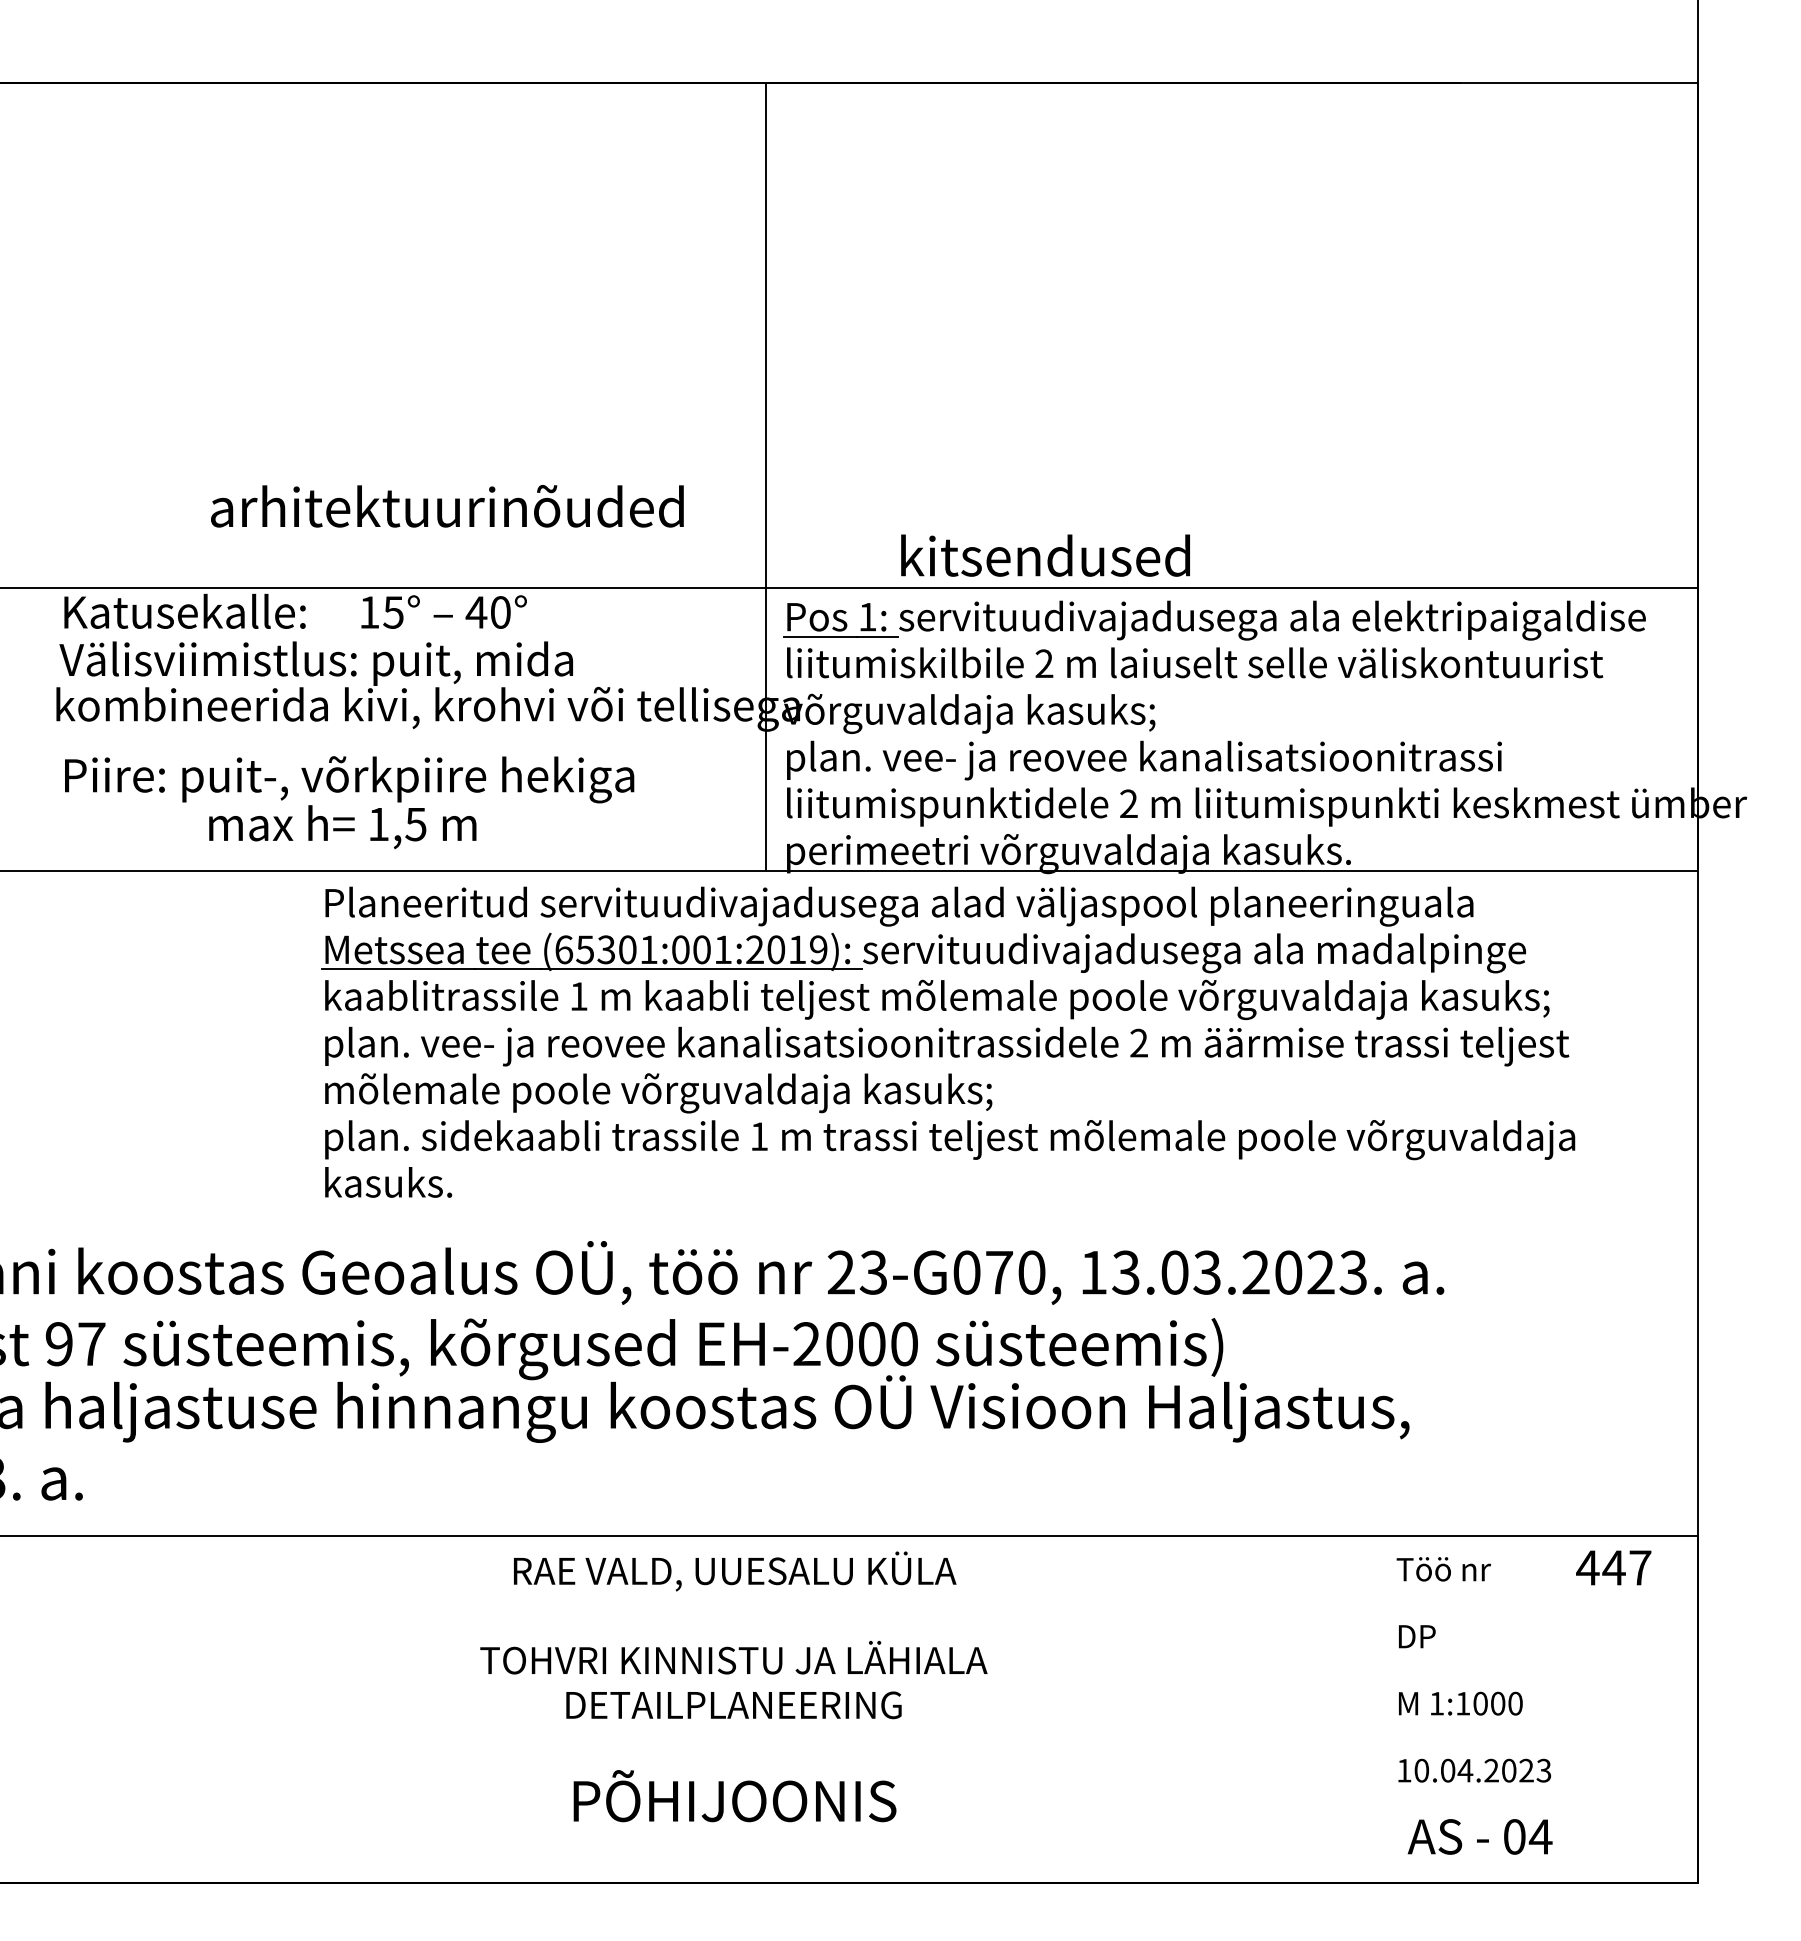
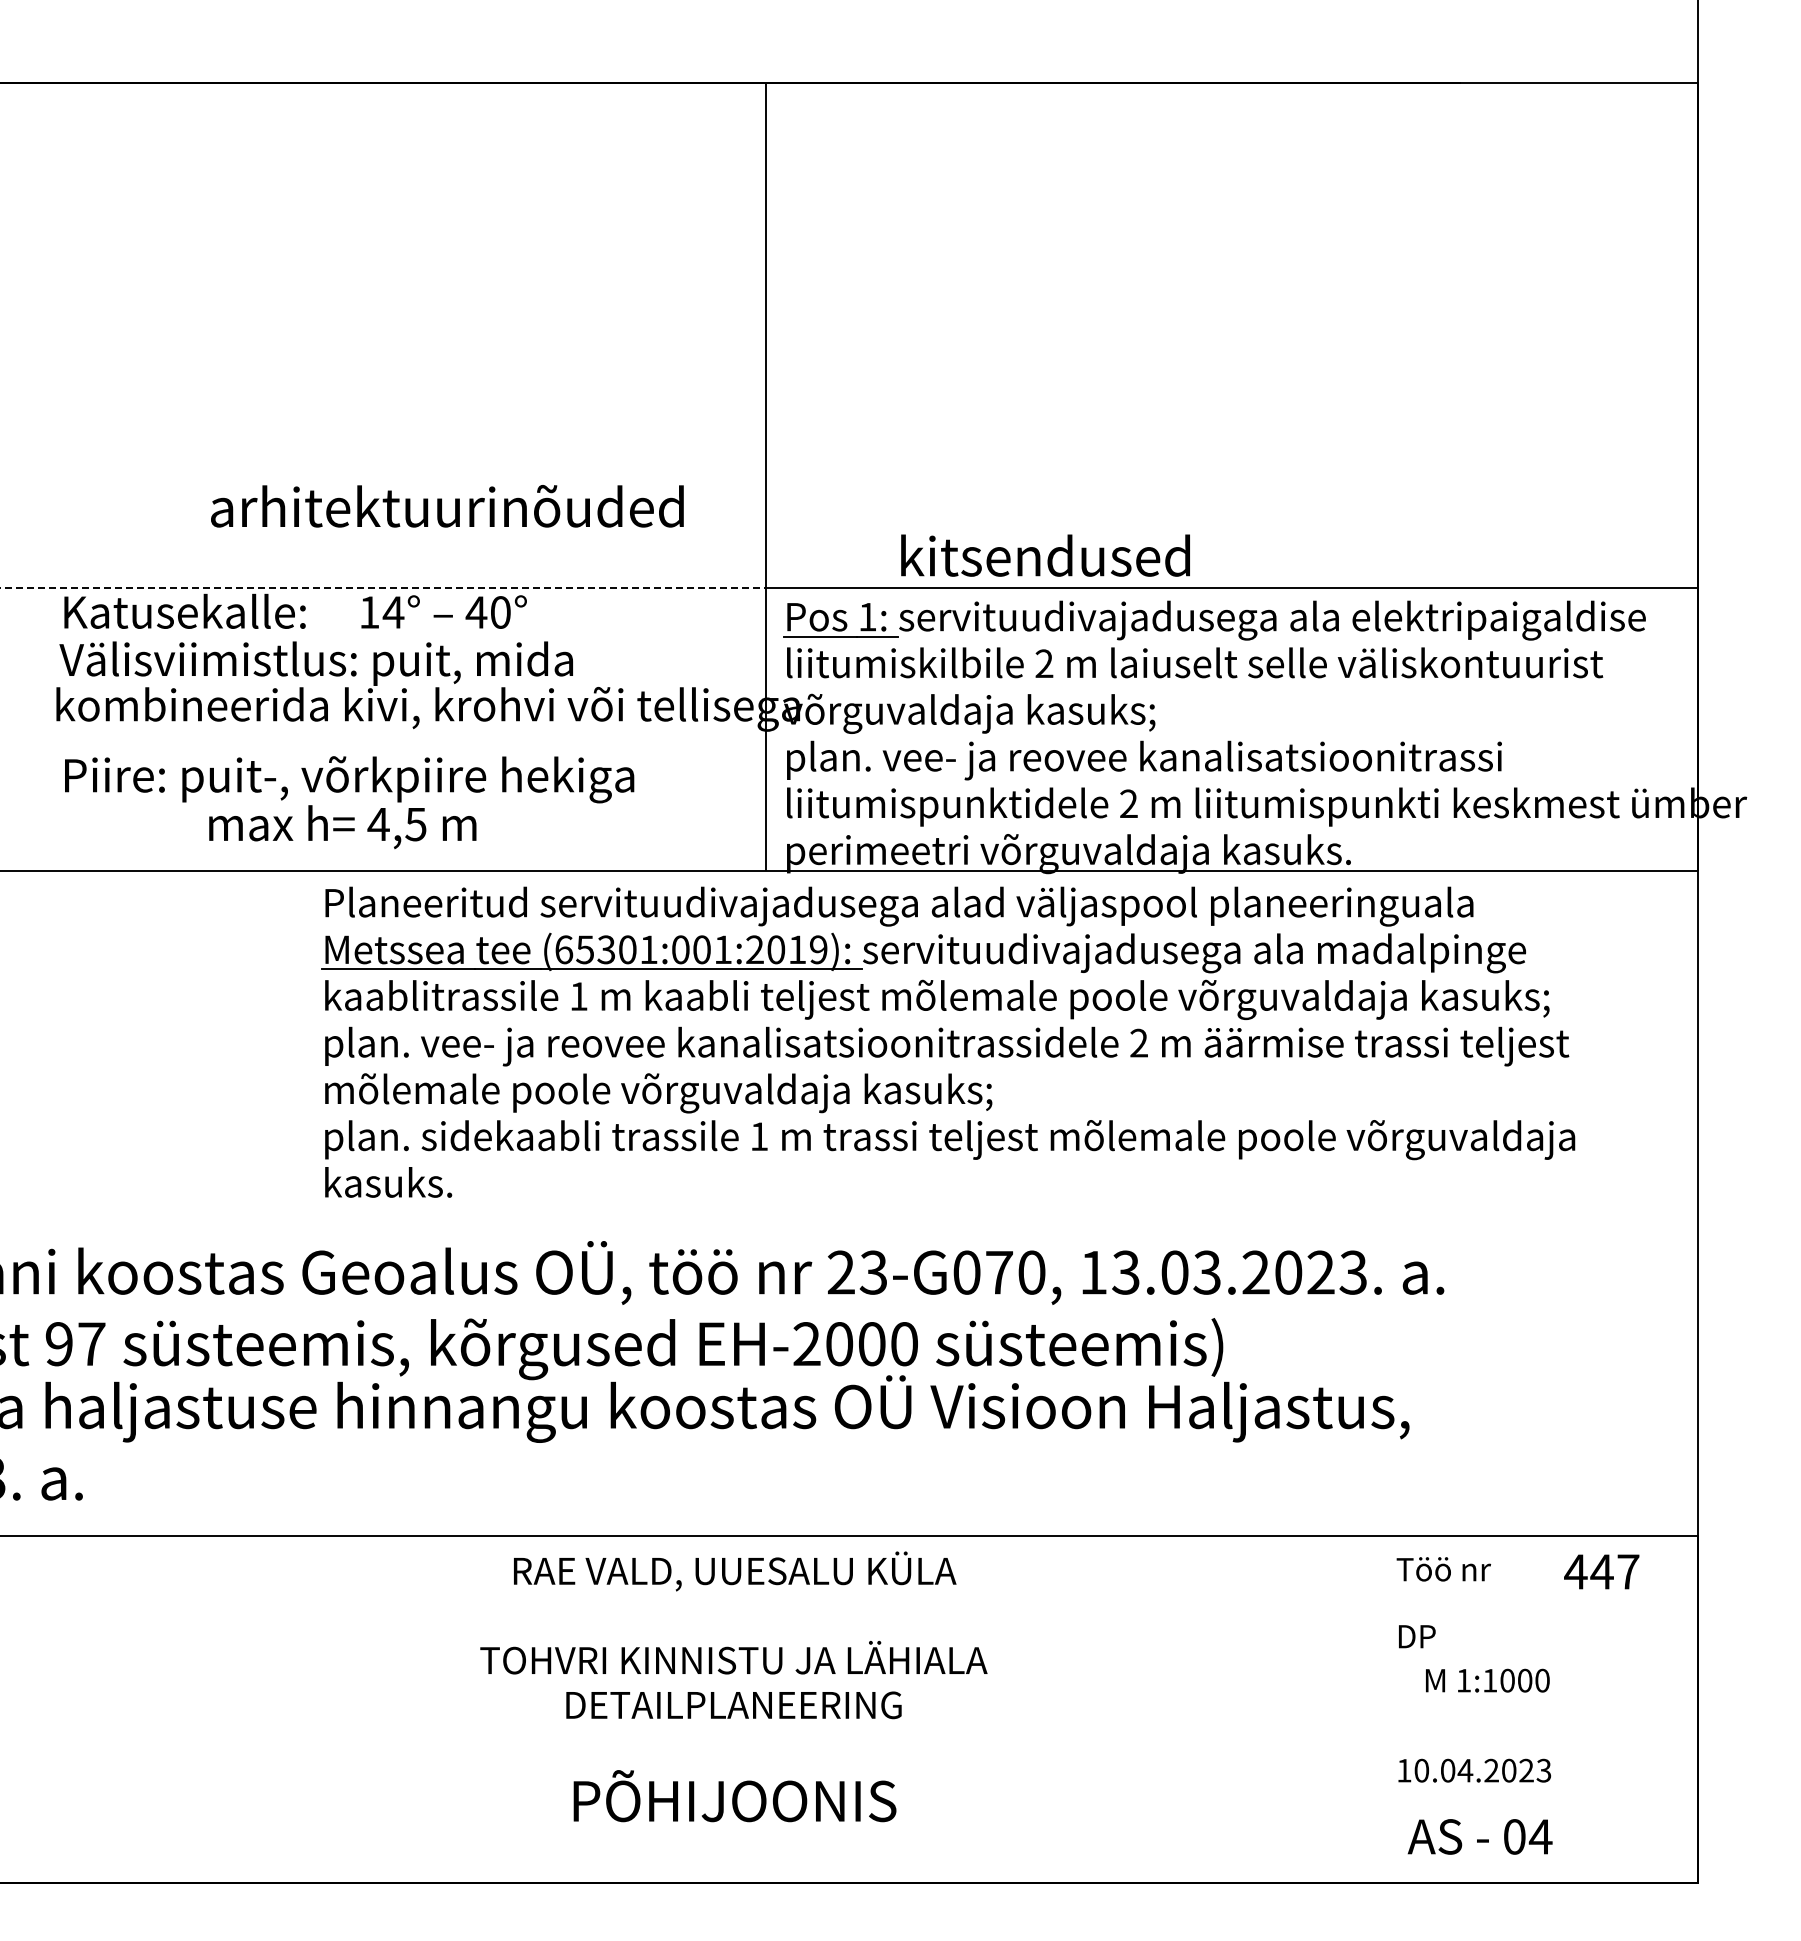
line at (383, 587): solid -> dashed
text at (393, 612): 15° -> 14°
text at (378, 824): 1,5 -> 4,5
text at (1613, 1567) position: (1613, 1567) -> (1601, 1571)
text at (1460, 1703) position: (1460, 1703) -> (1487, 1680)
